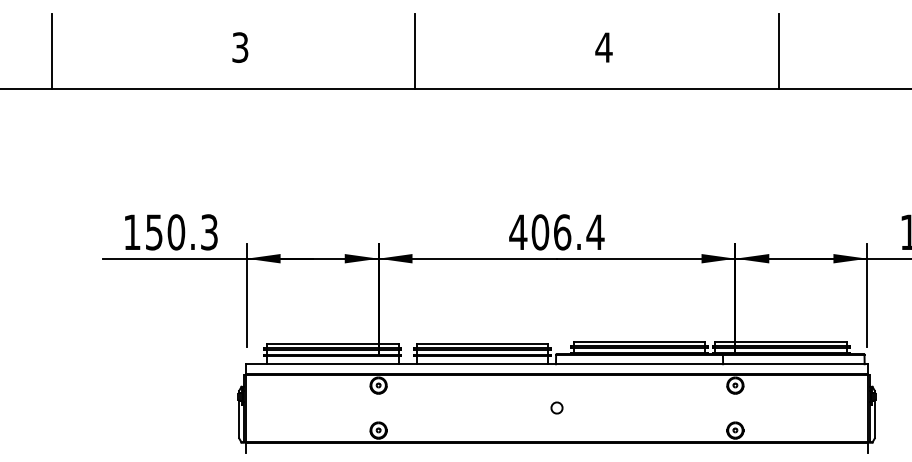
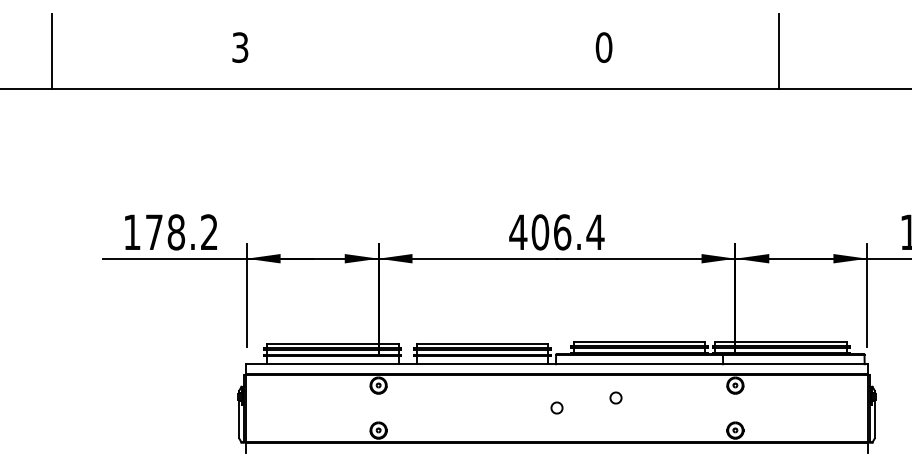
text at (603, 47): 4 -> 0
line at (415, 51): present -> none
text at (181, 232): 150.3 -> 178.2
part at (615, 397): none -> present
